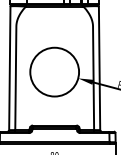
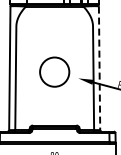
line at (99, 68): solid -> dashed
circle at (54, 71) diameter: 49 px -> 29 px
